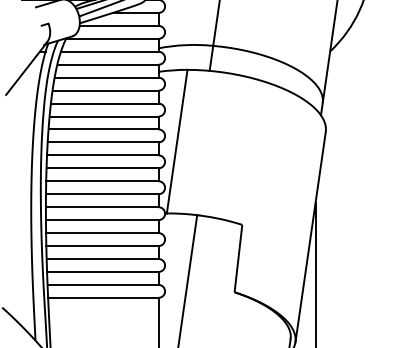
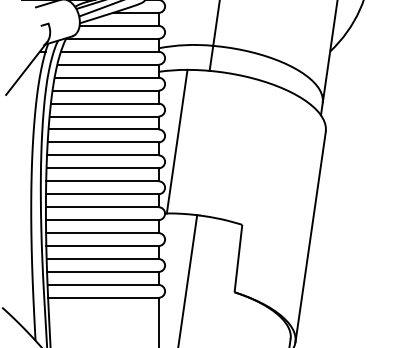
line at (315, 273): present -> none
